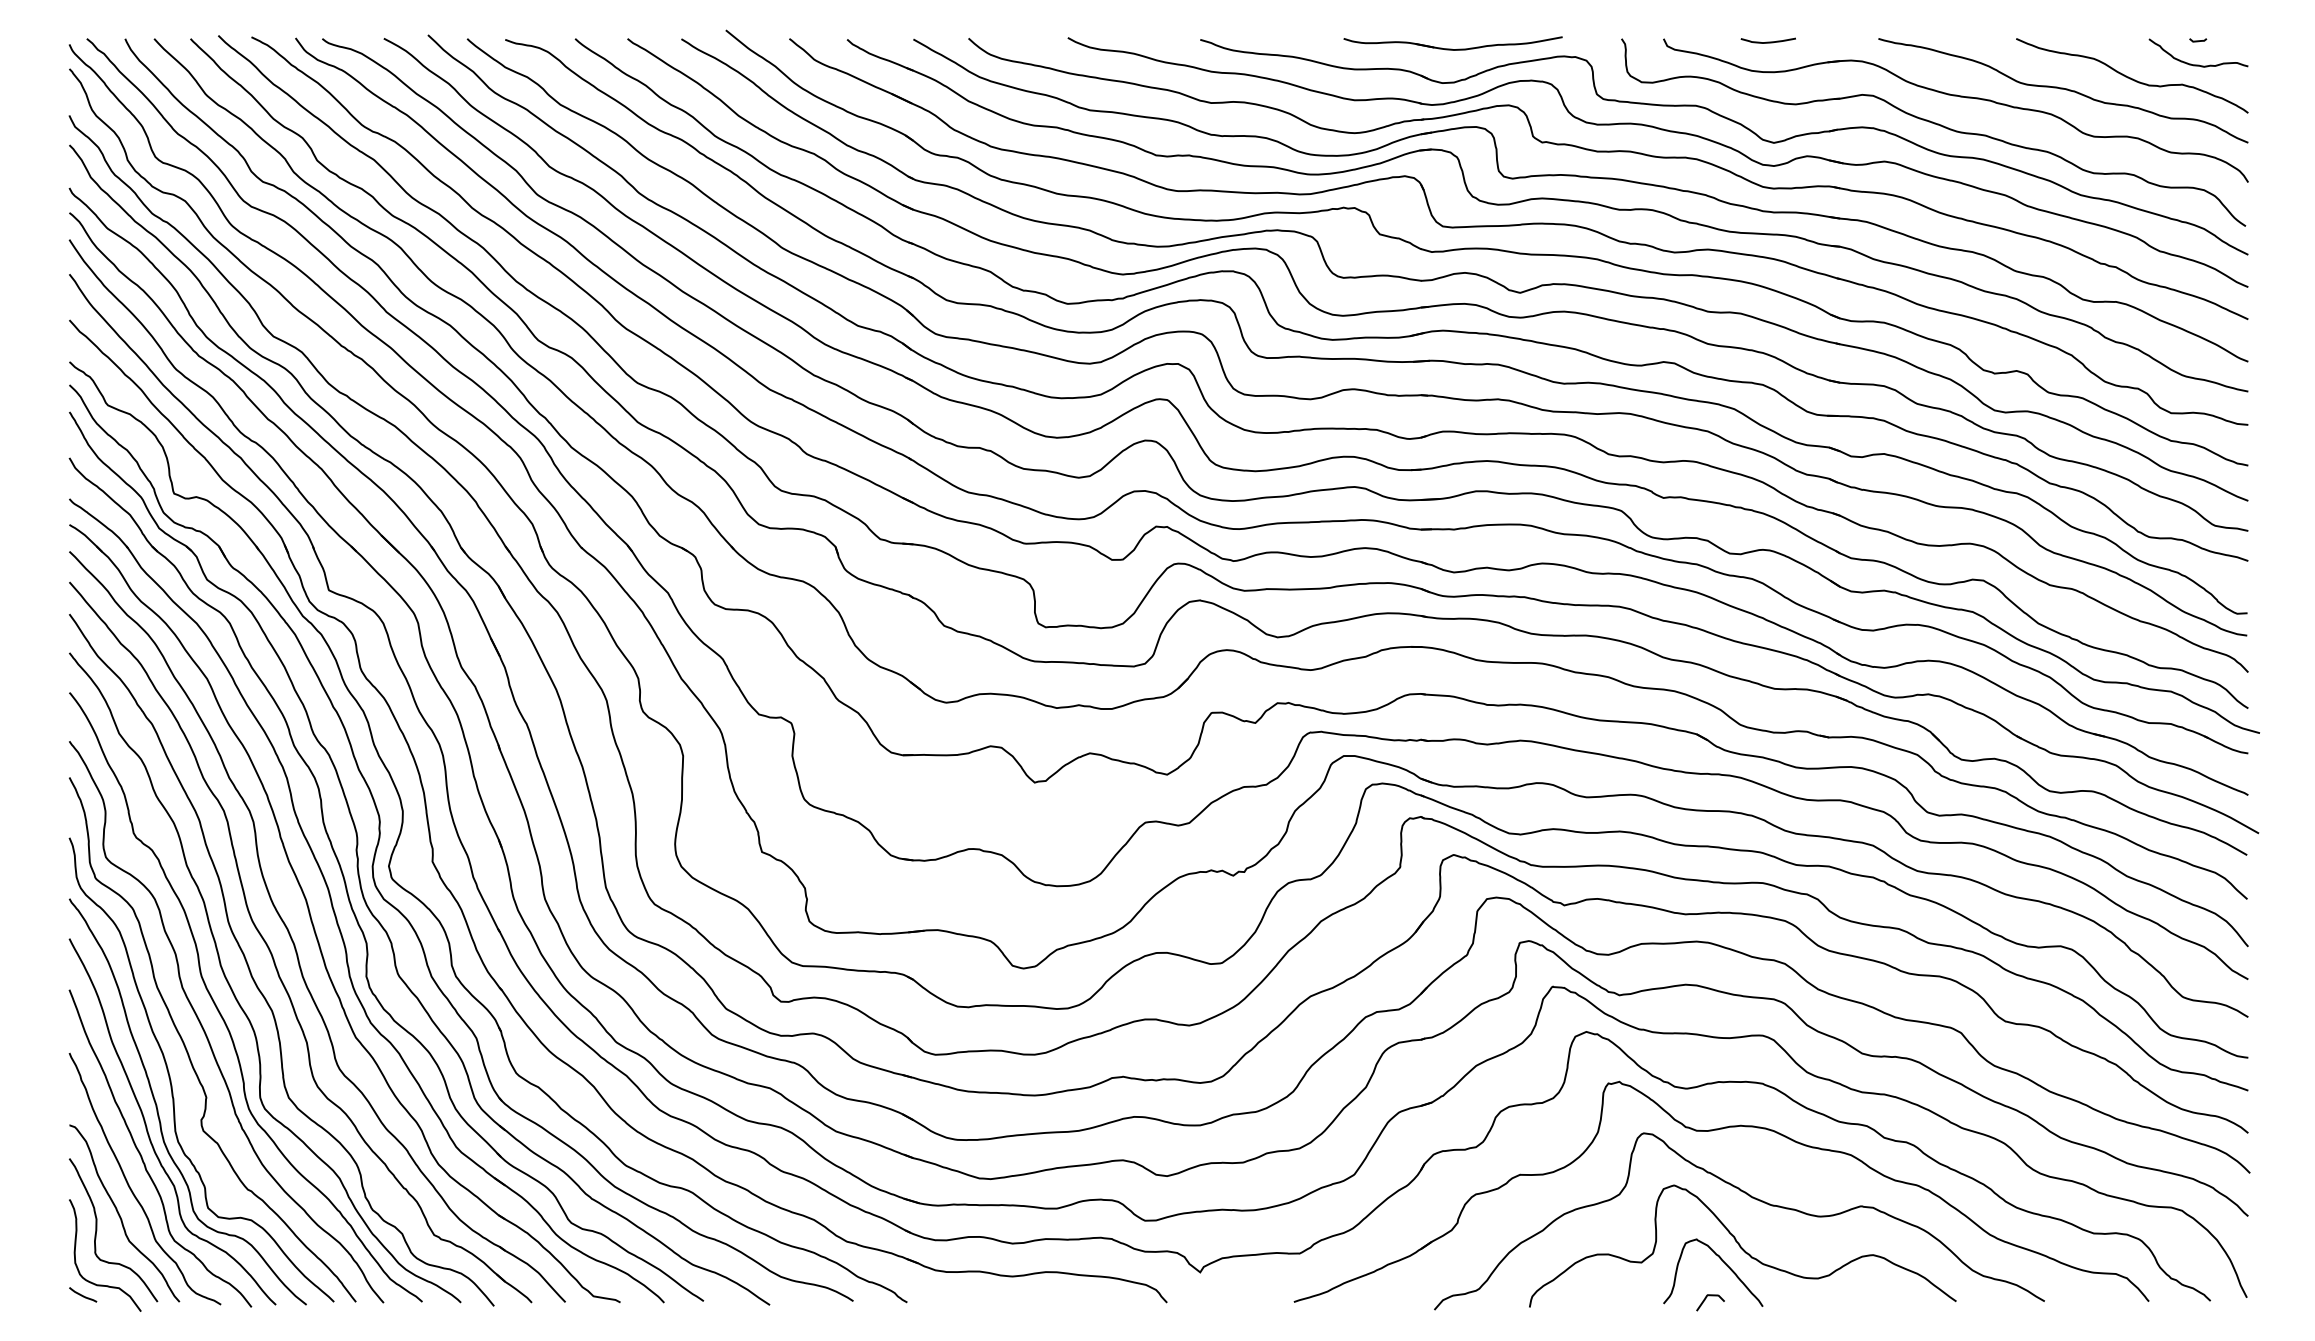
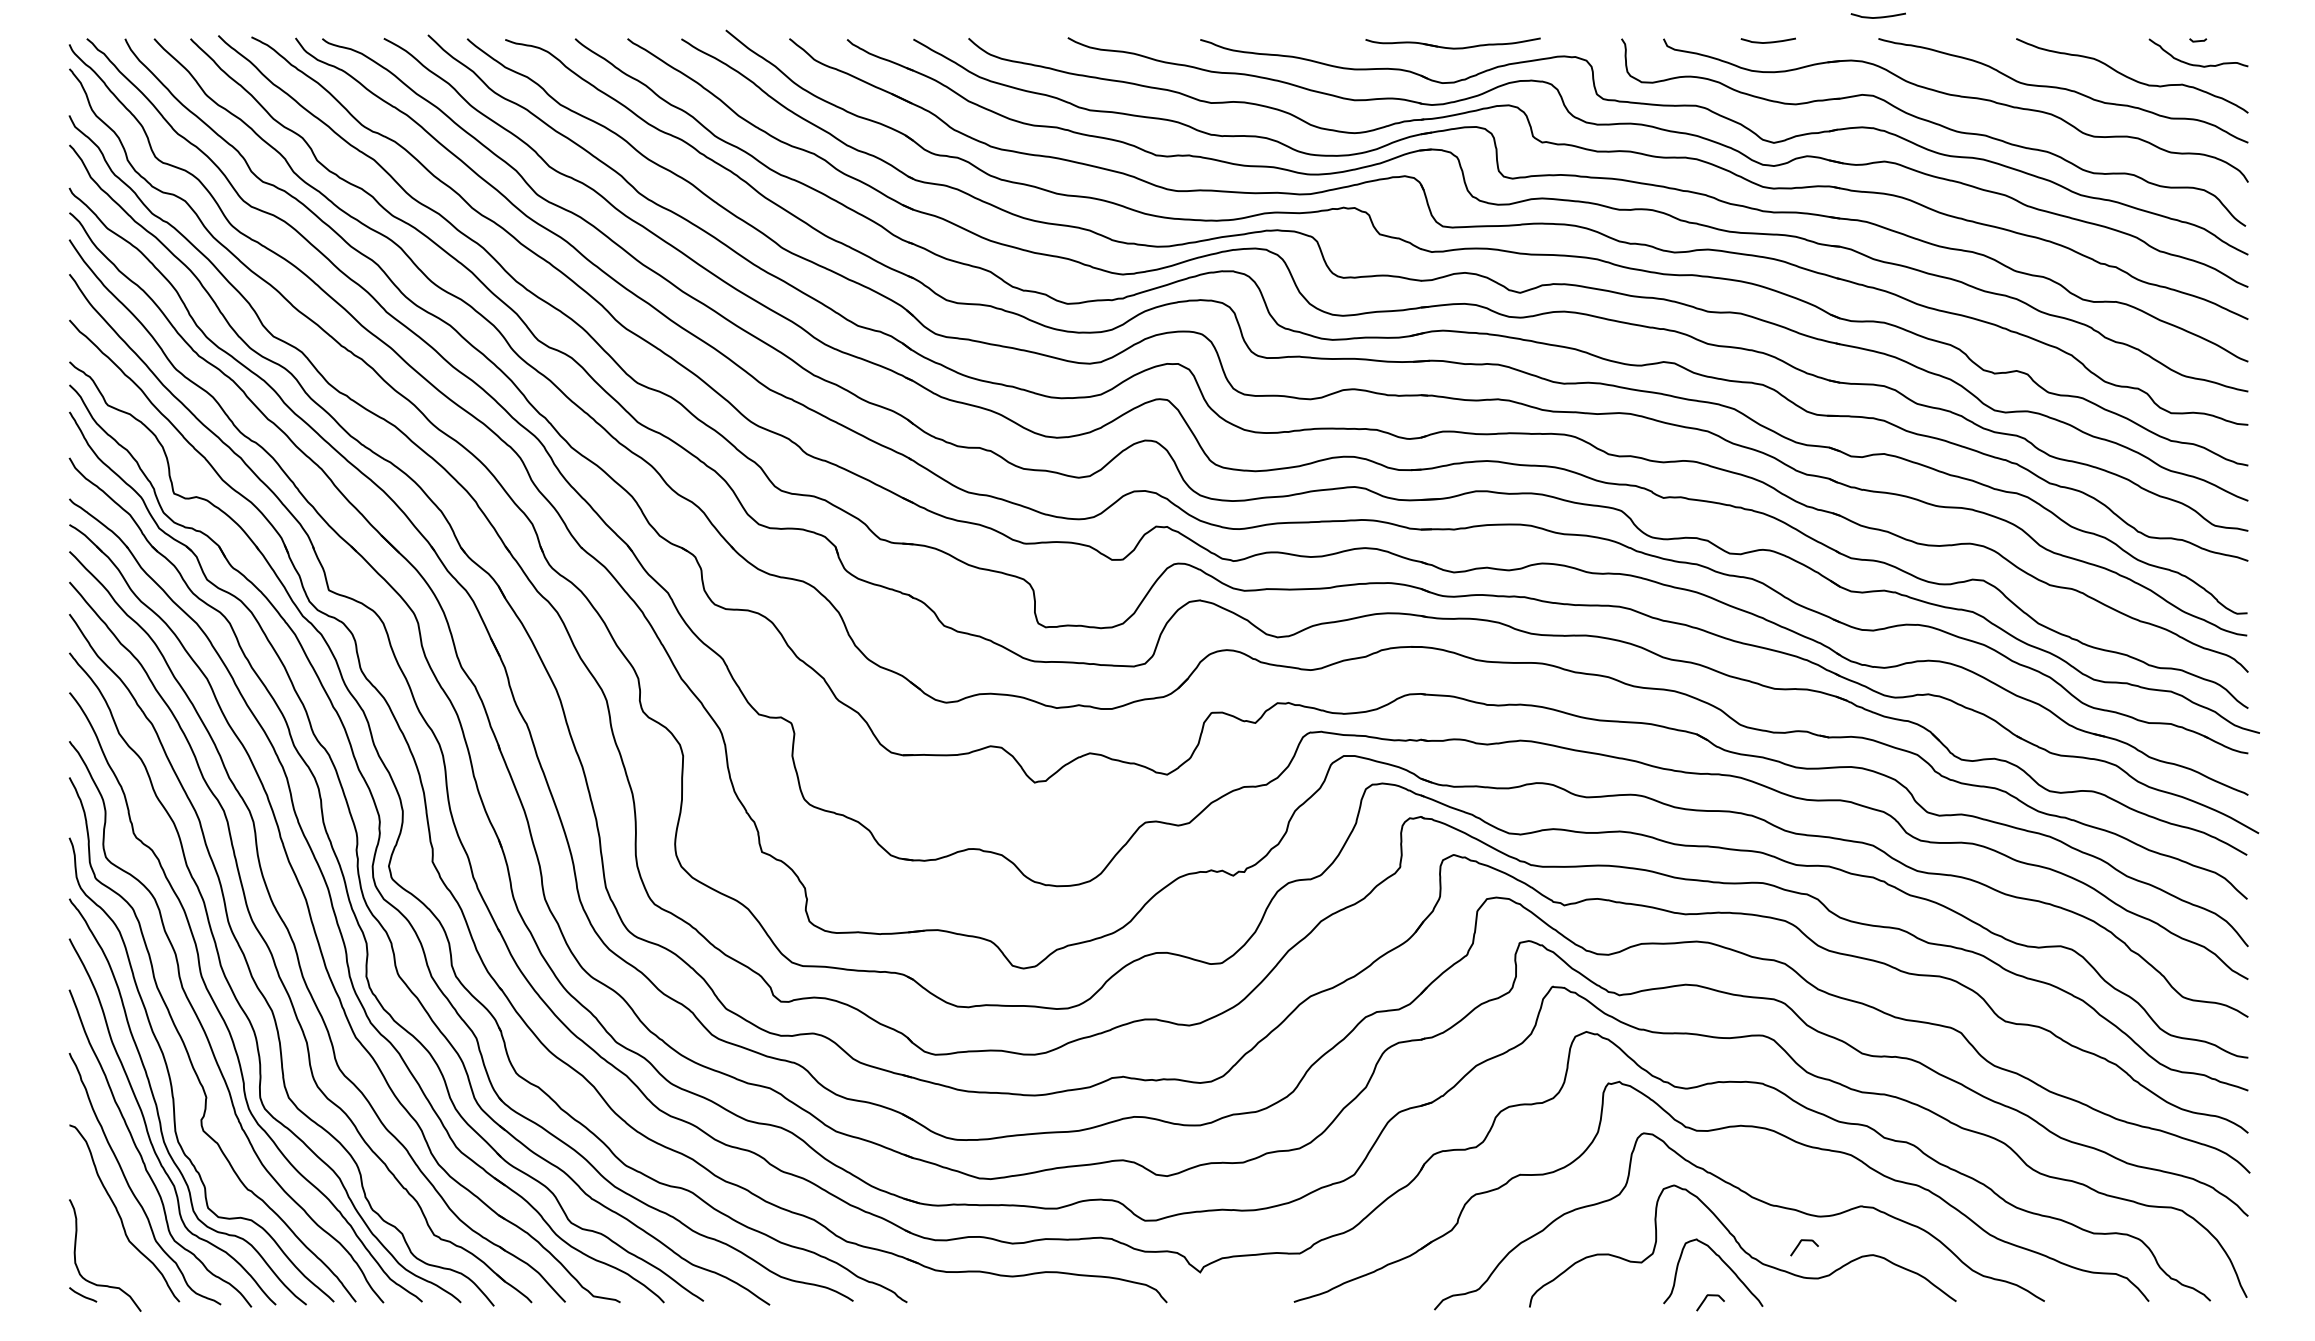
curve at (1877, 16): none -> present
part at (1452, 43) size: 220x15 px -> 176x13 px
curve at (97, 1230): present -> none
curve at (1799, 1245): none -> present
